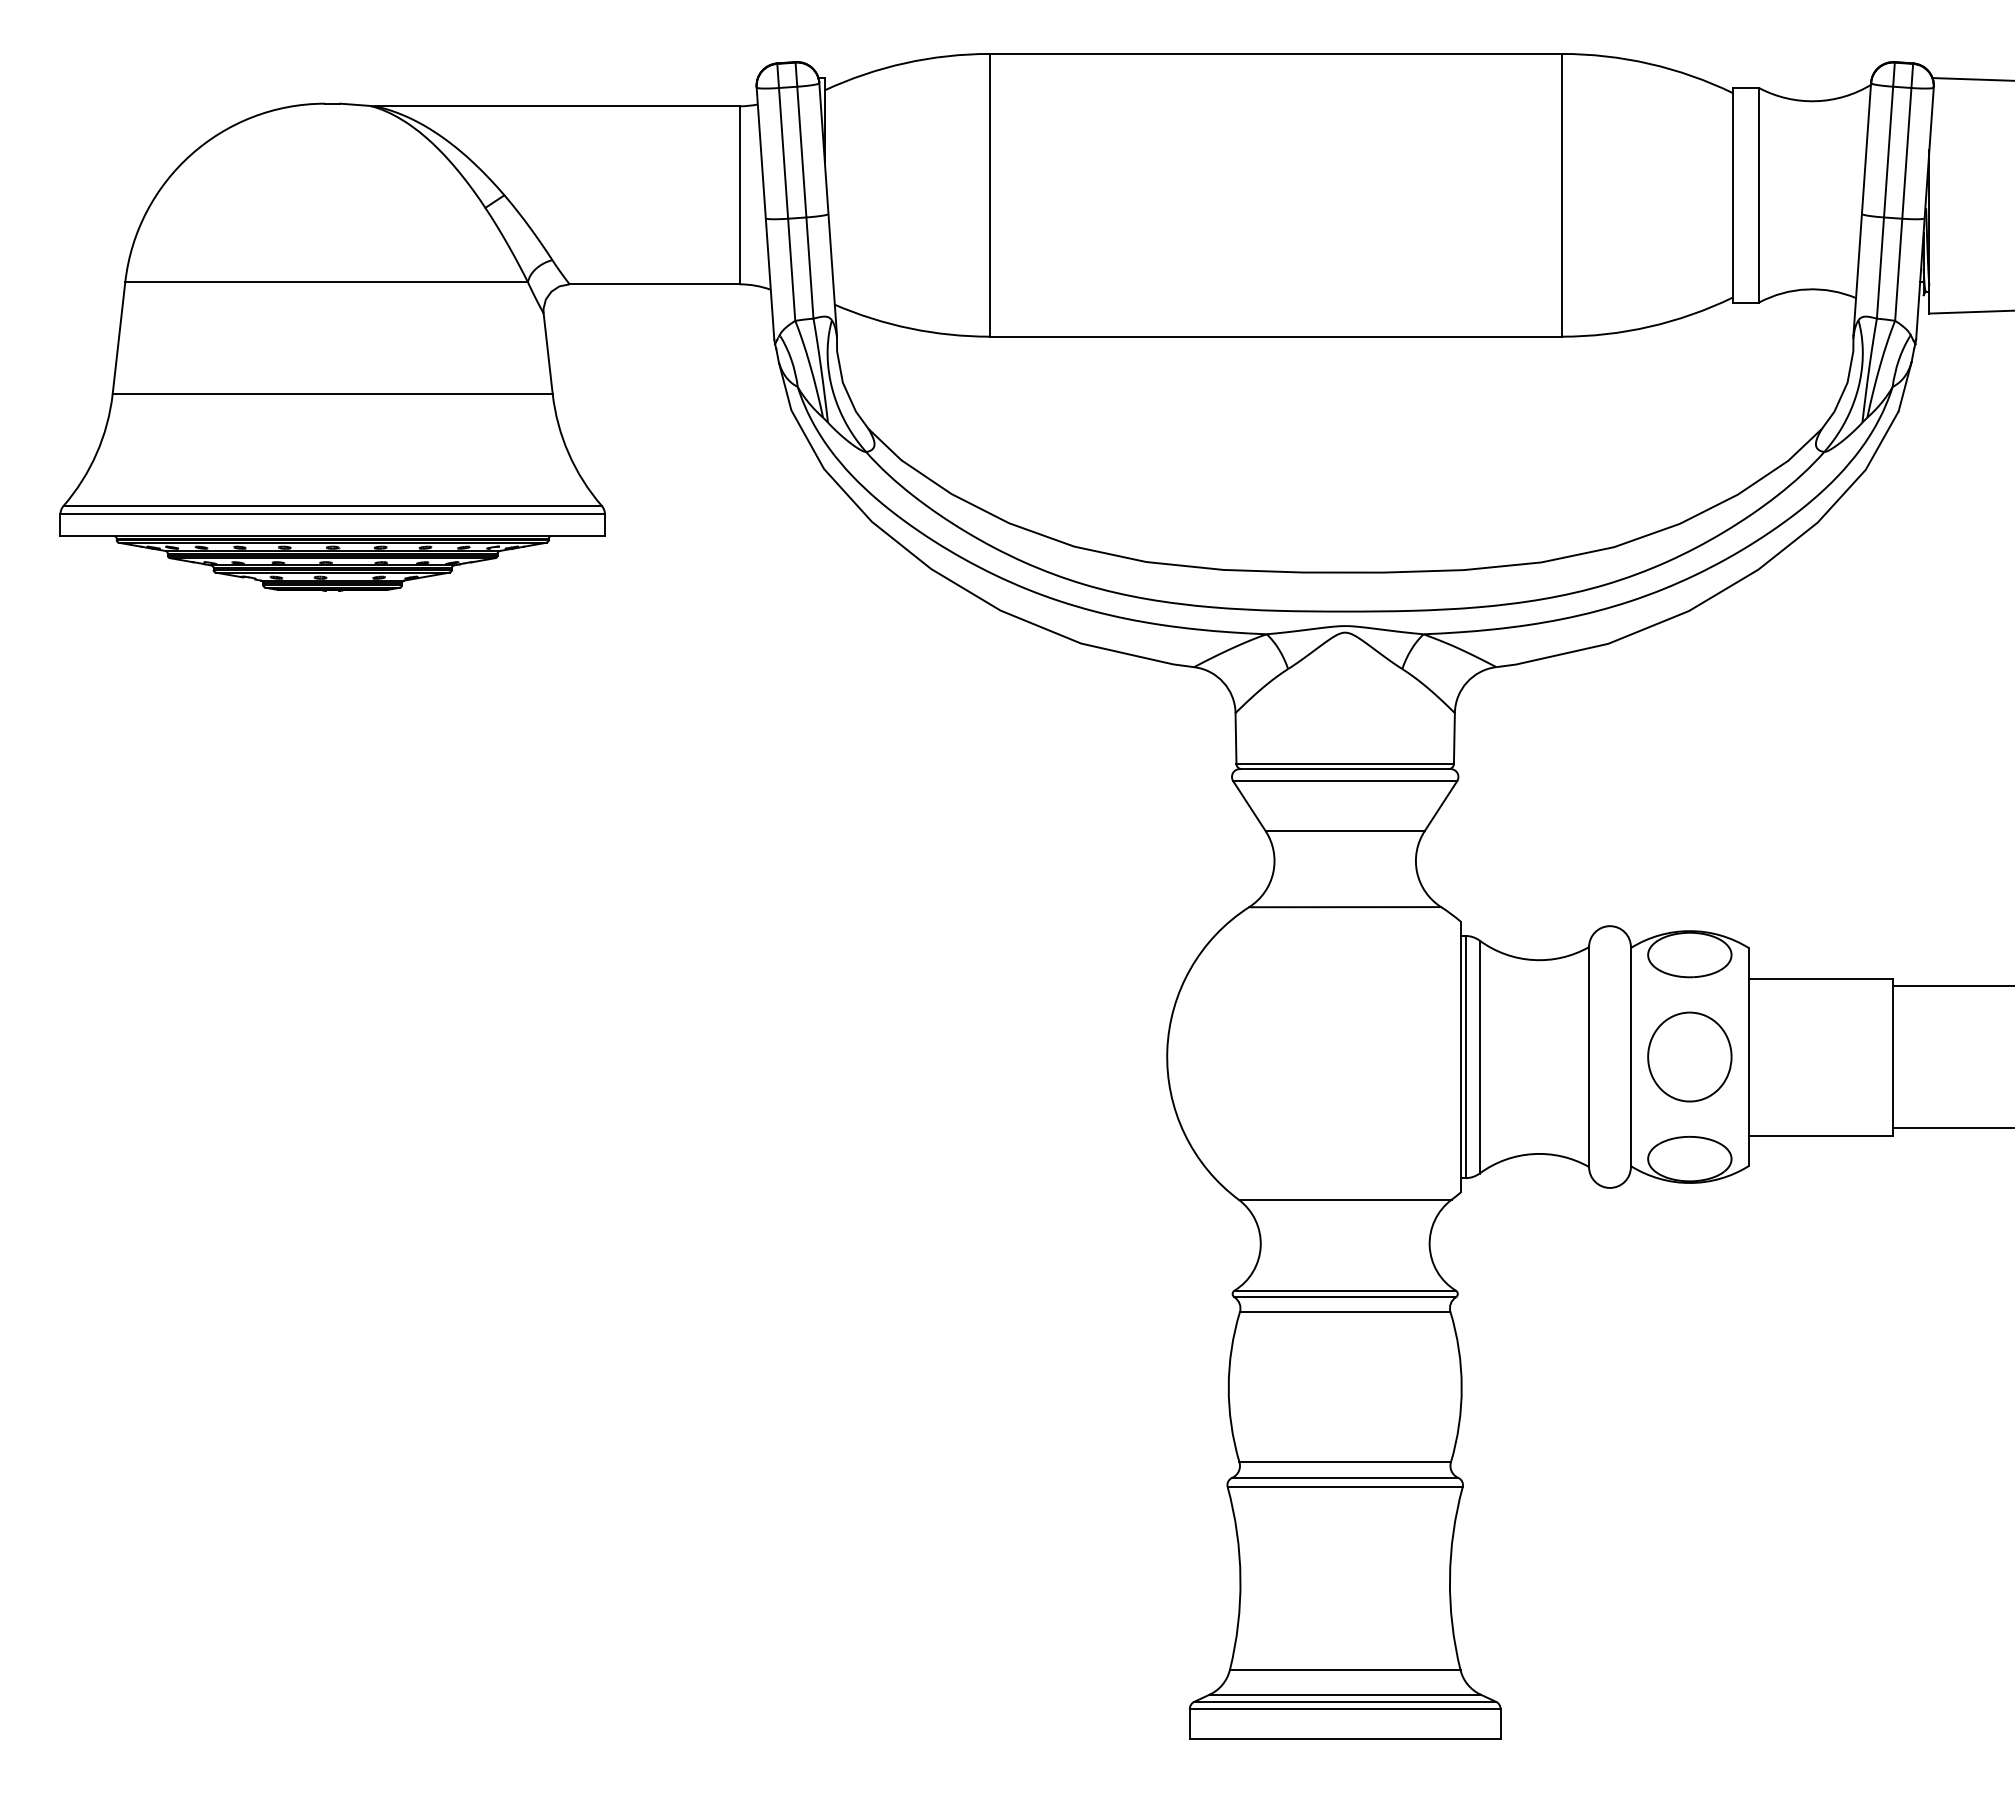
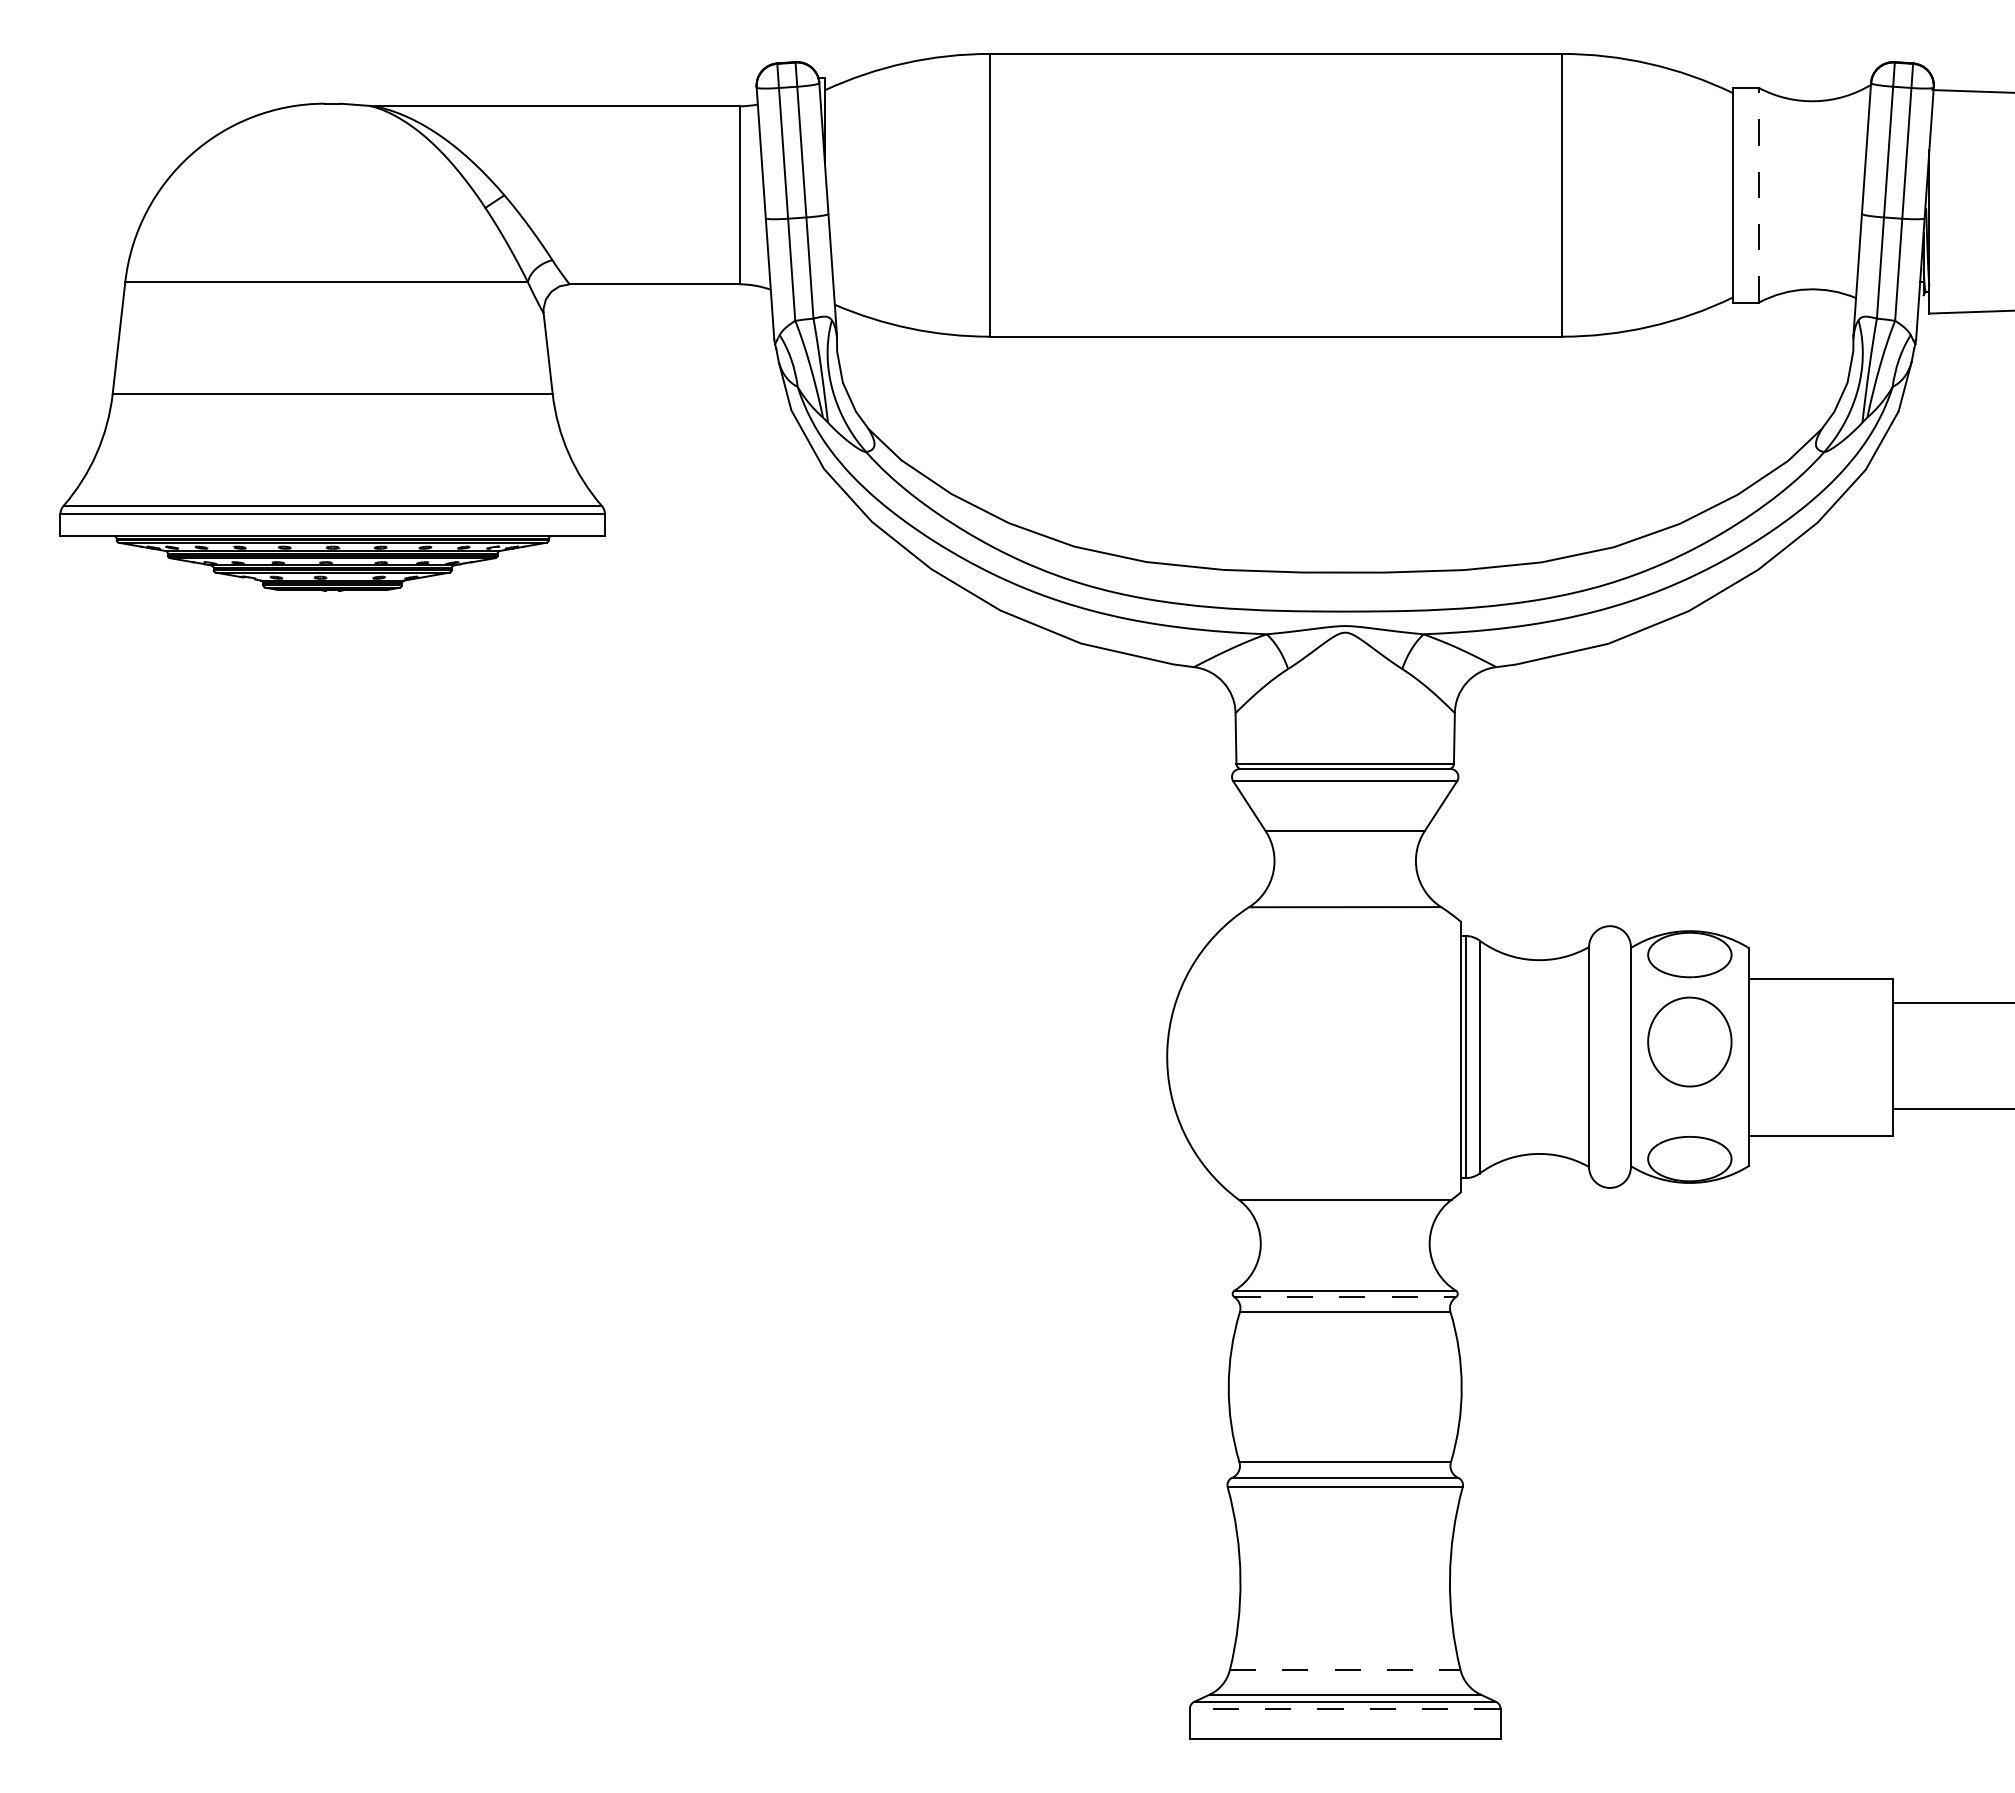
line at (1971, 79) position: (1971, 79) -> (1971, 91)
line at (1758, 194): solid -> dashed
line at (1951, 986) position: (1951, 986) -> (1951, 1003)
part at (1689, 1056) position: (1689, 1056) -> (1689, 1041)
line at (1951, 1127) position: (1951, 1127) -> (1951, 1108)
line at (1345, 1297): solid -> dashed
line at (1345, 1670): solid -> dashed
line at (1344, 1708): solid -> dashed
